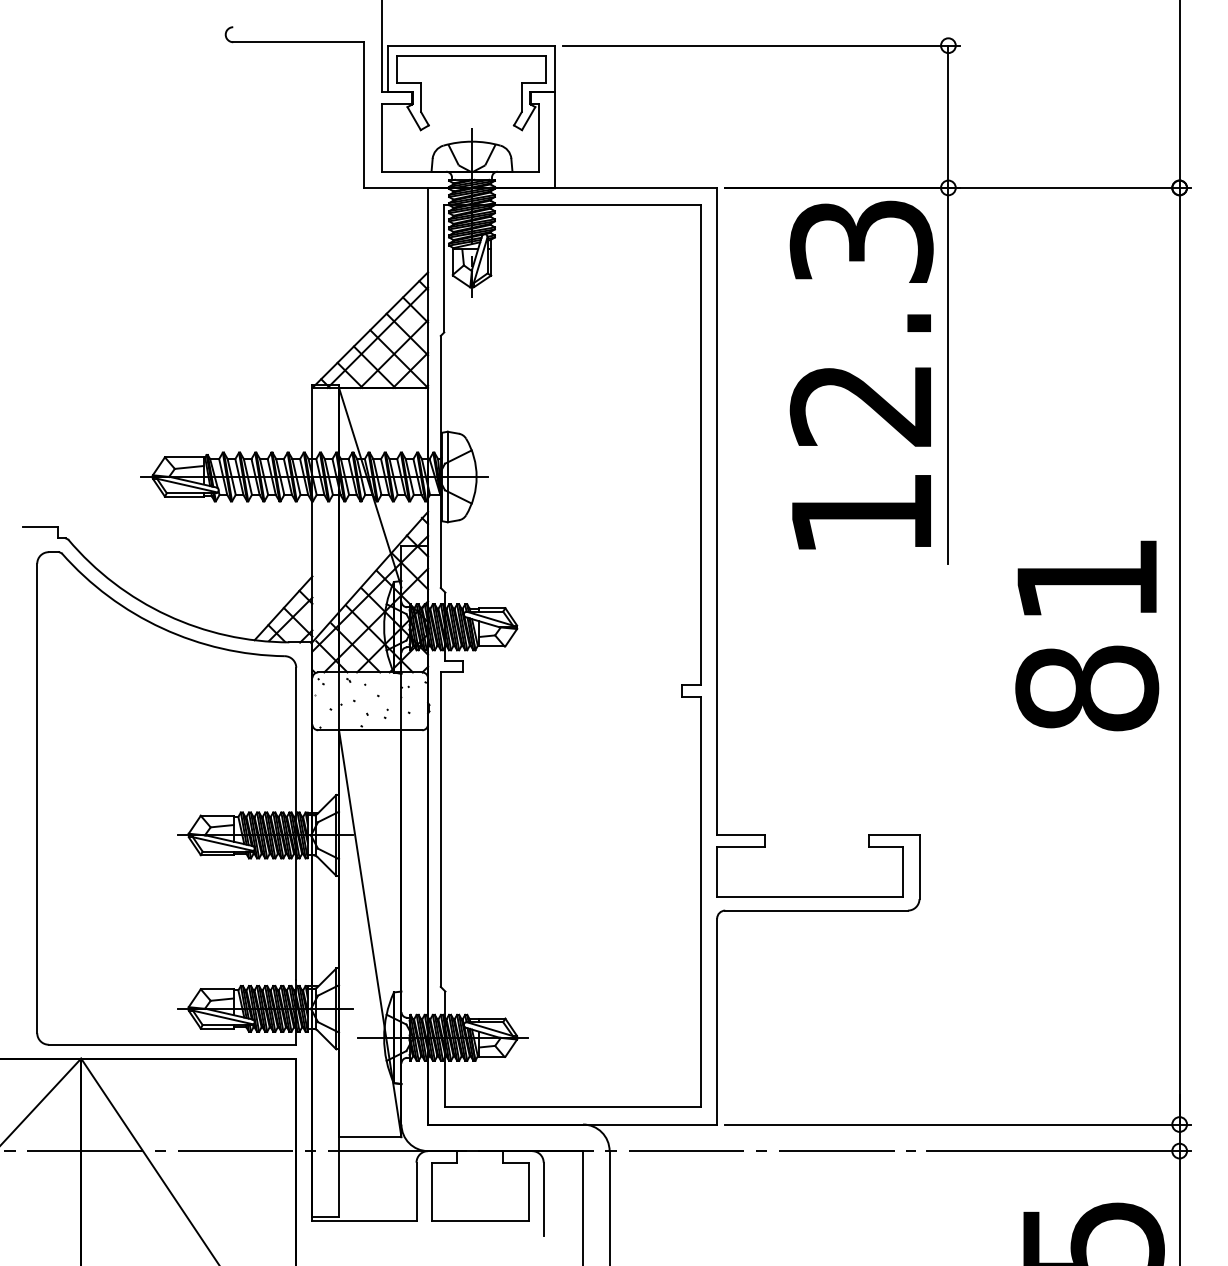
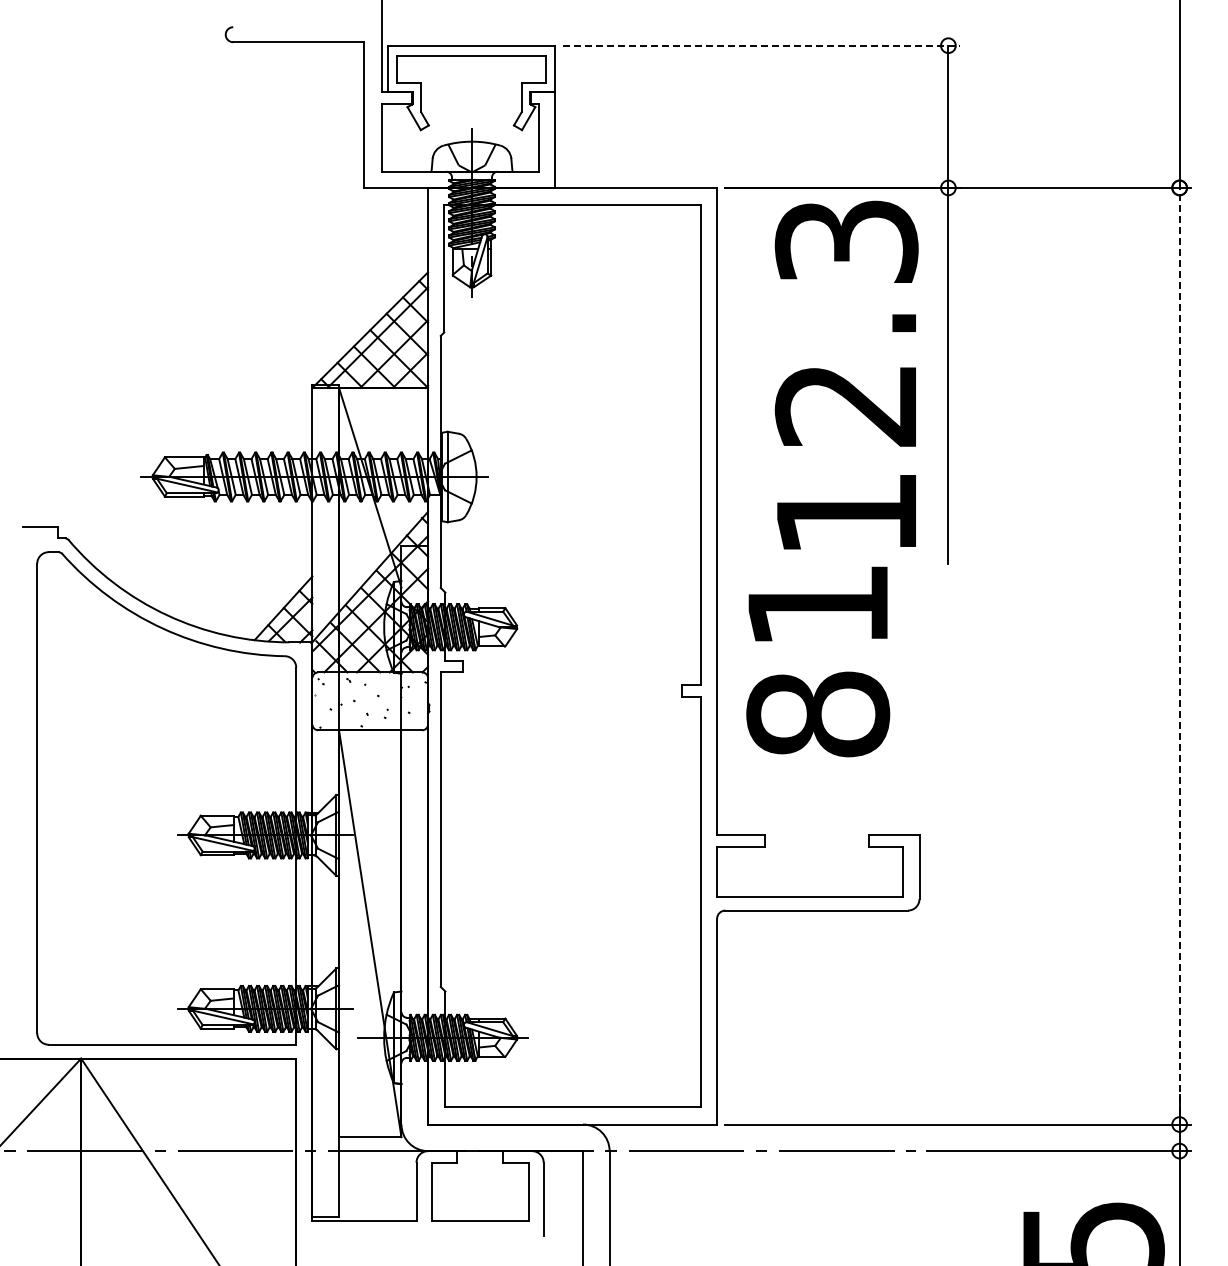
line at (762, 45): solid -> dashed
text at (861, 374) position: (861, 374) -> (846, 374)
text at (1087, 635) position: (1087, 635) -> (818, 661)
line at (1179, 655): solid -> dashed
